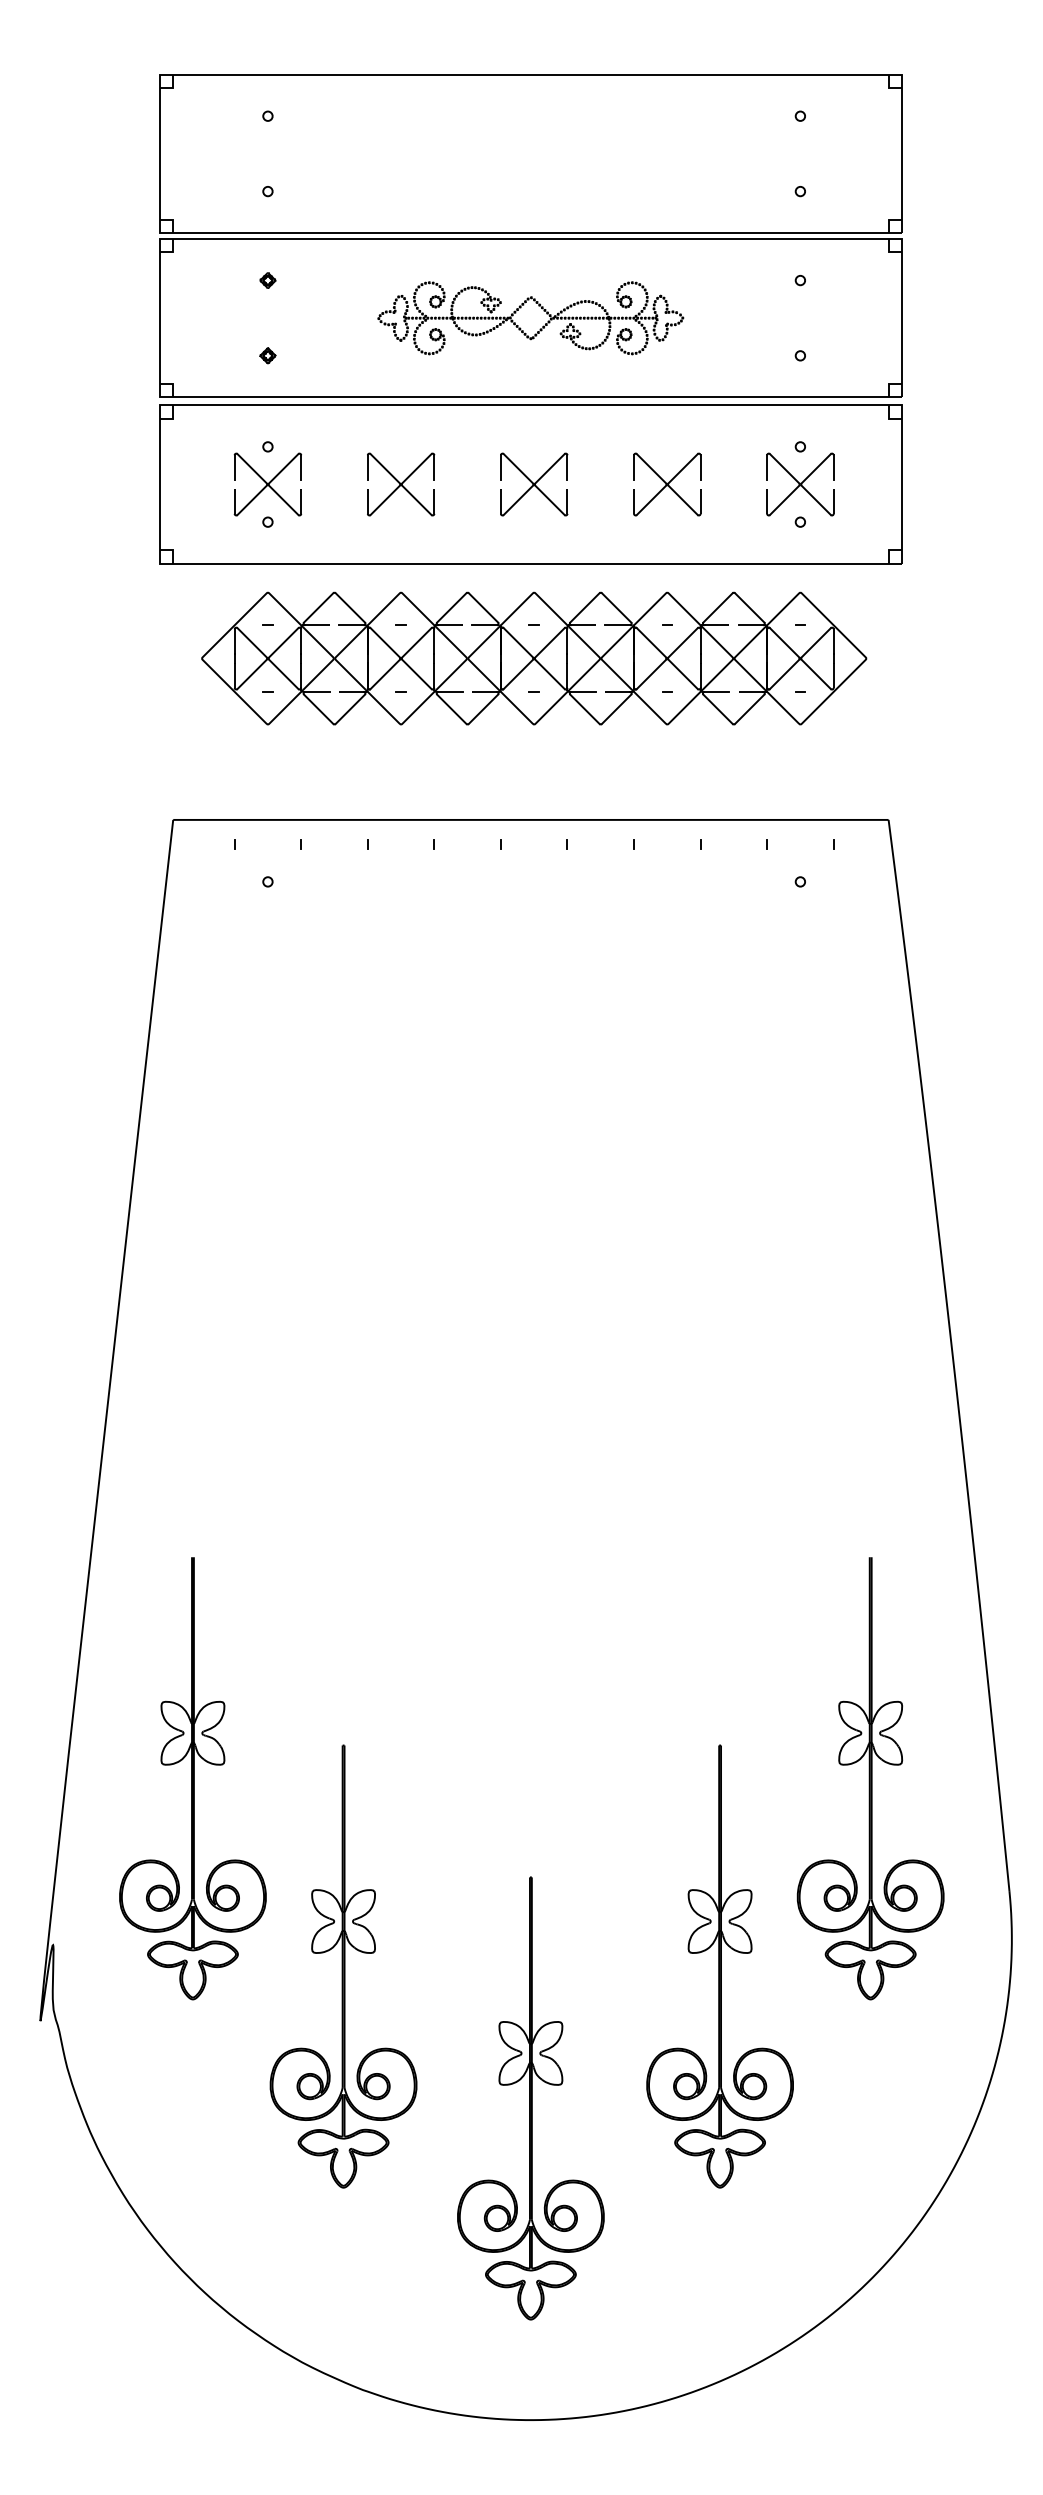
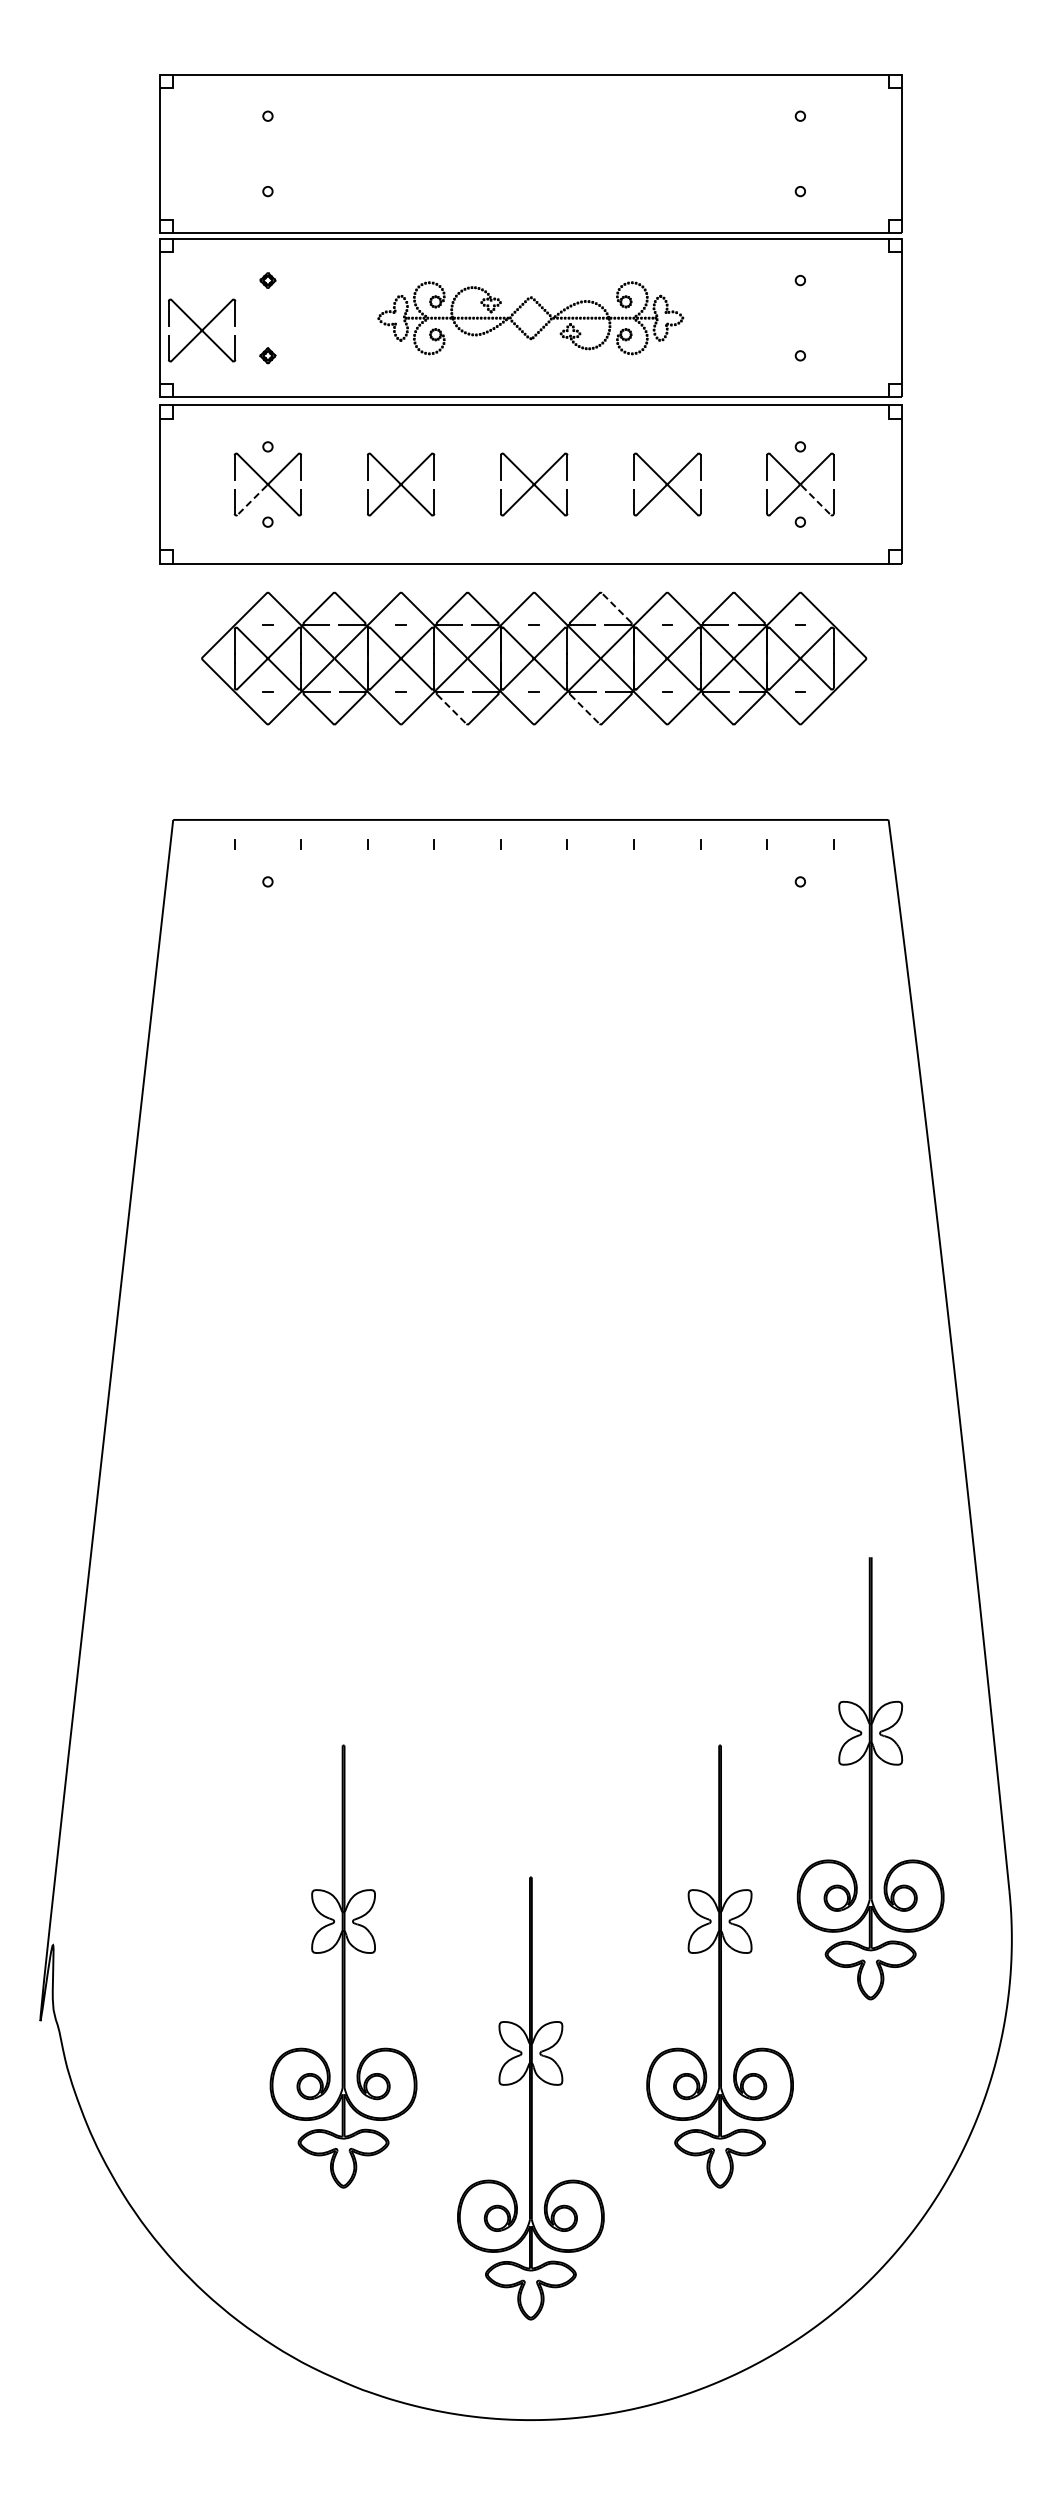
part at (202, 330): none -> present
line at (252, 500): solid -> dashed
line at (816, 500): solid -> dashed
line at (616, 607): solid -> dashed
line at (451, 709): solid -> dashed
line at (584, 709): solid -> dashed
part at (192, 1778): present -> none
